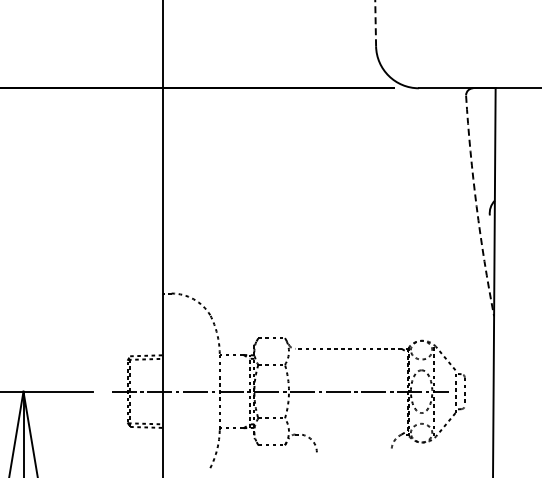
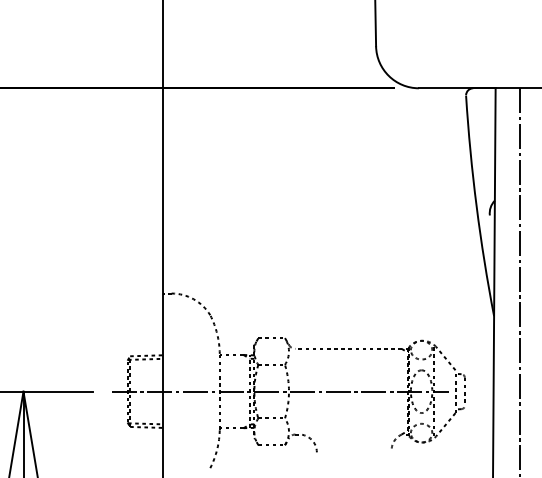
line at (375, 23): dashed -> solid
arc at (476, 206): dashed -> solid
line at (519, 281): none -> present
